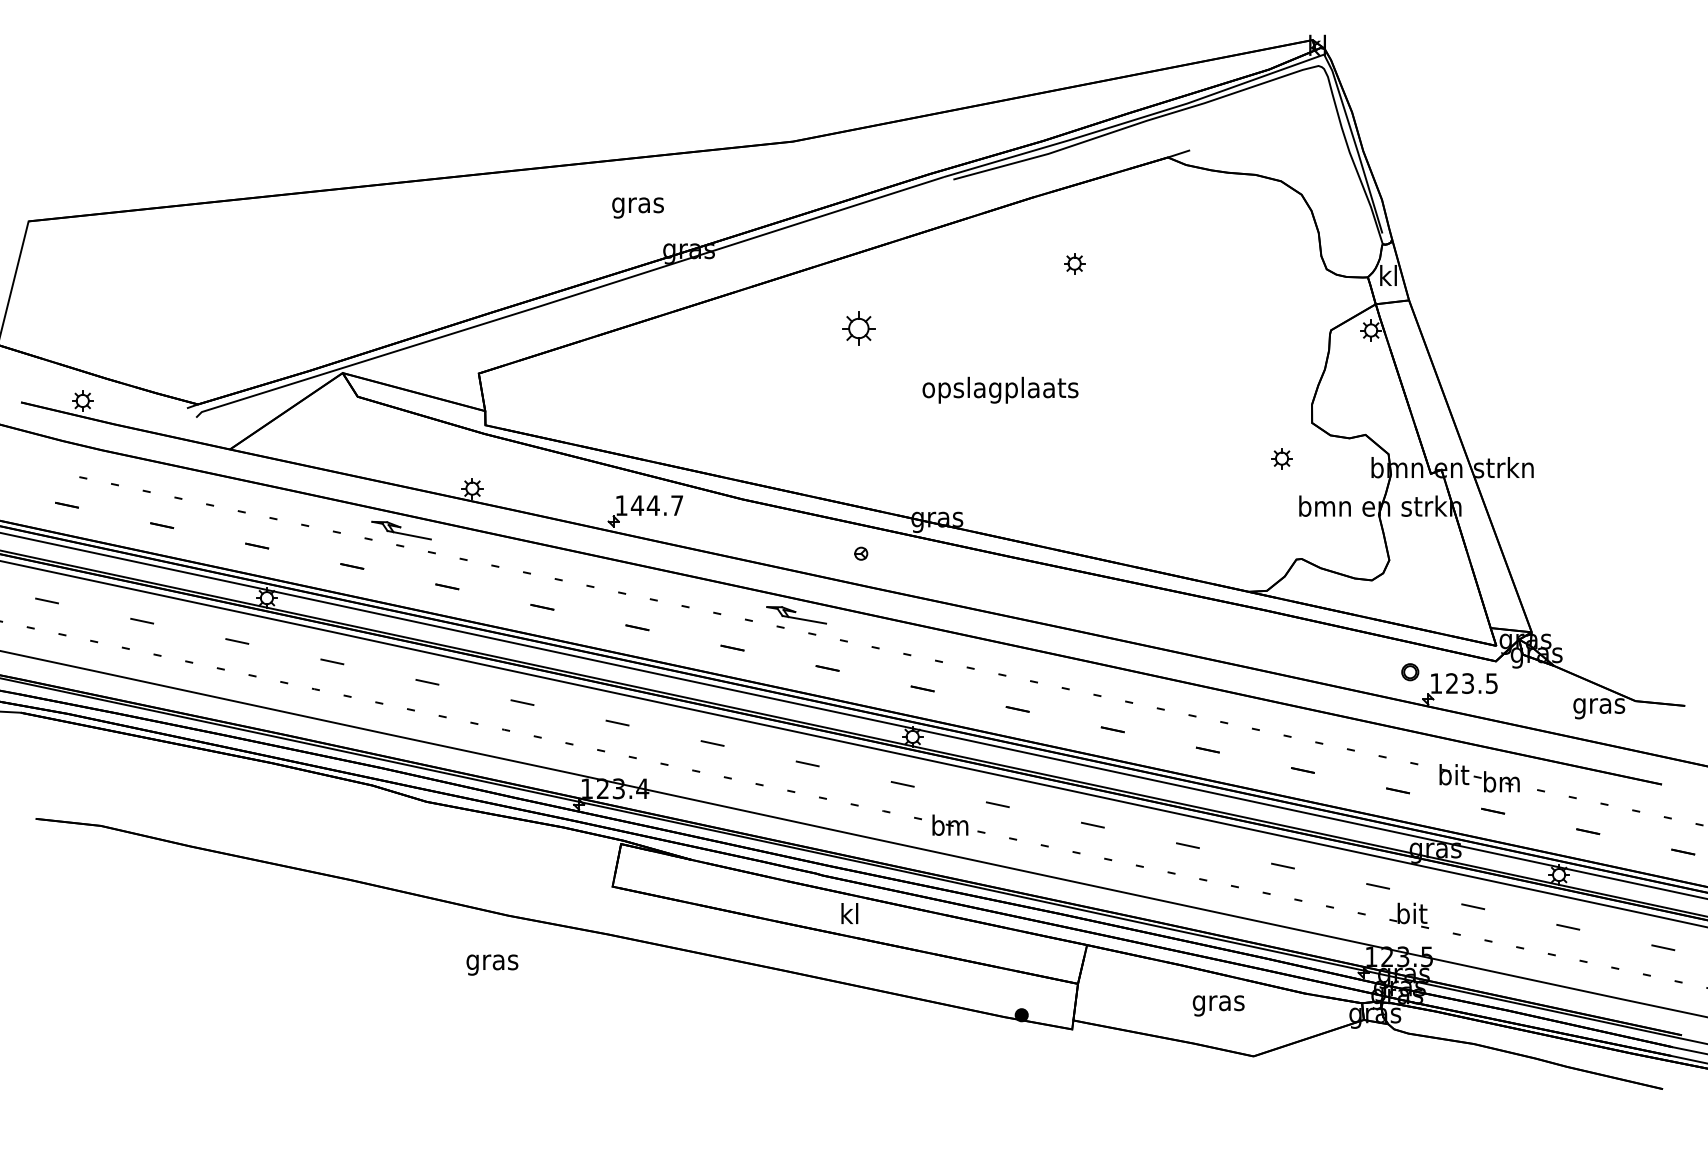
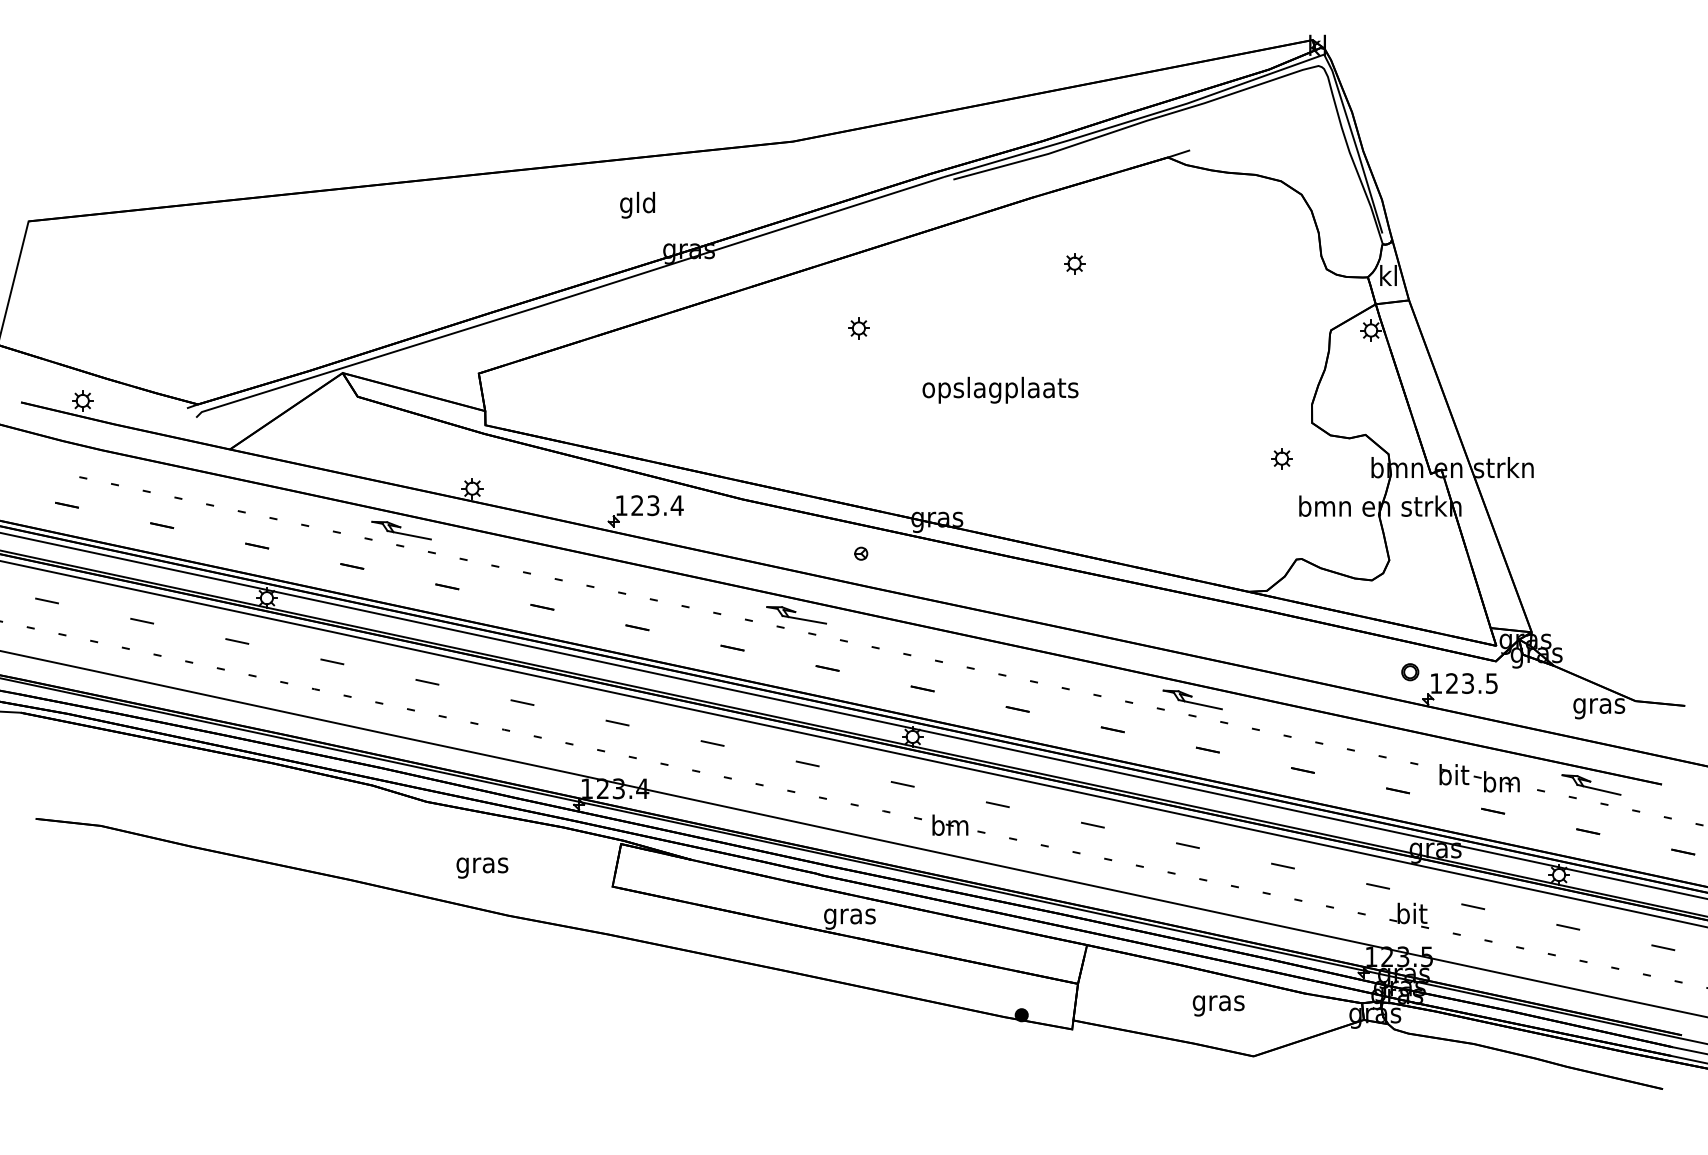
text at (637, 204): gras -> gld
part at (858, 328) size: 34x35 px -> 22x23 px
text at (656, 505): 144.7 -> 123.4
part at (1192, 699): none -> present
part at (1591, 784): none -> present
text at (849, 916): kl -> gras
text at (492, 964) position: (492, 964) -> (482, 867)
